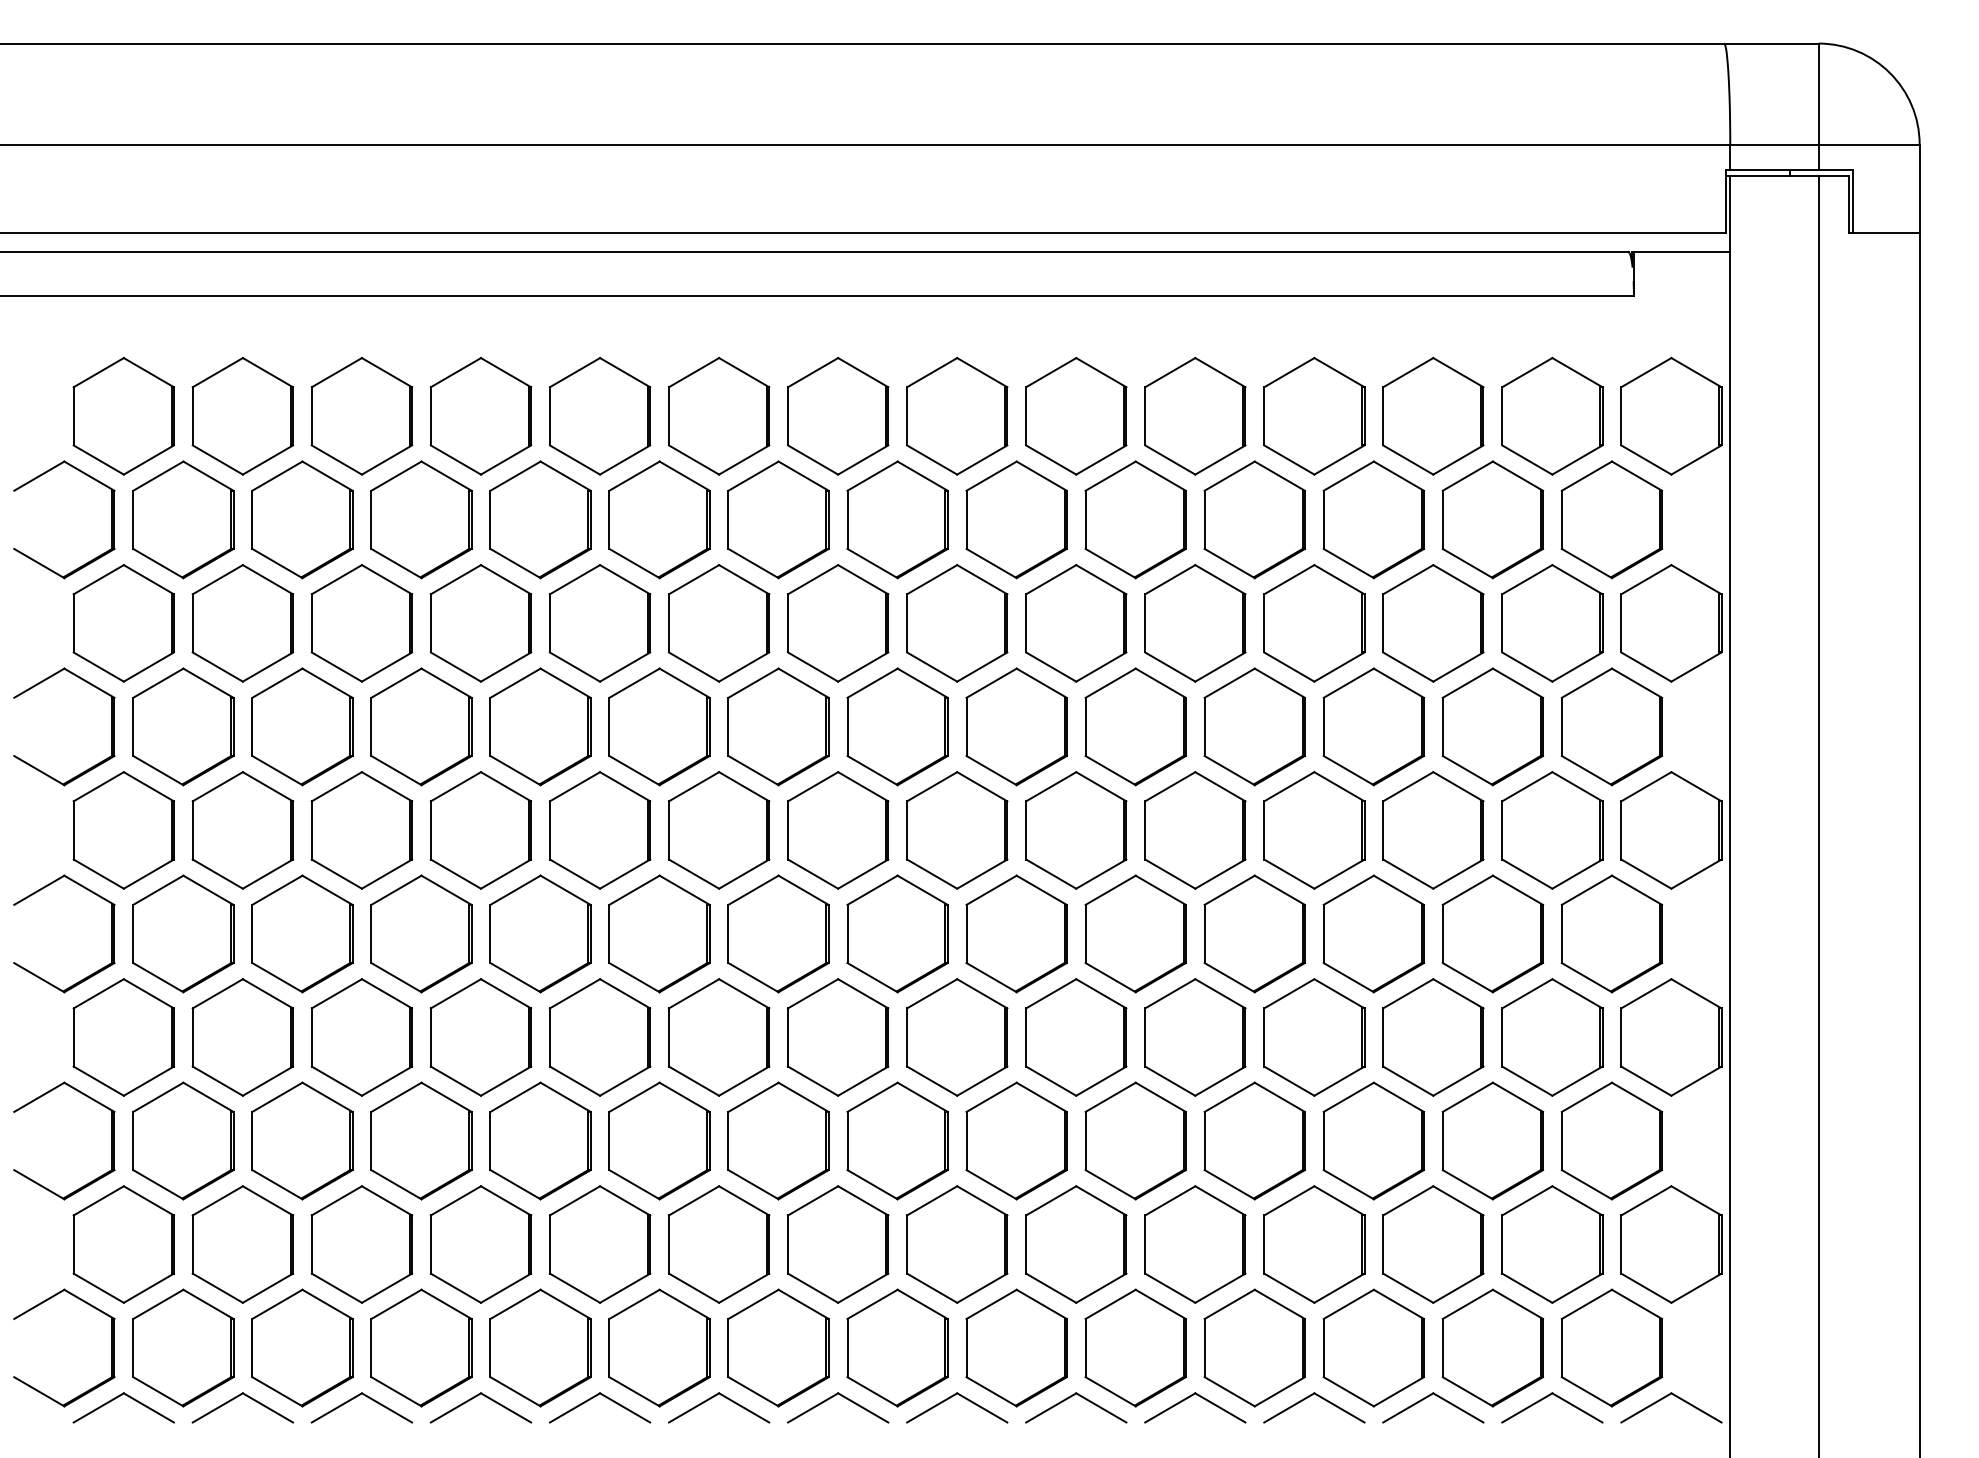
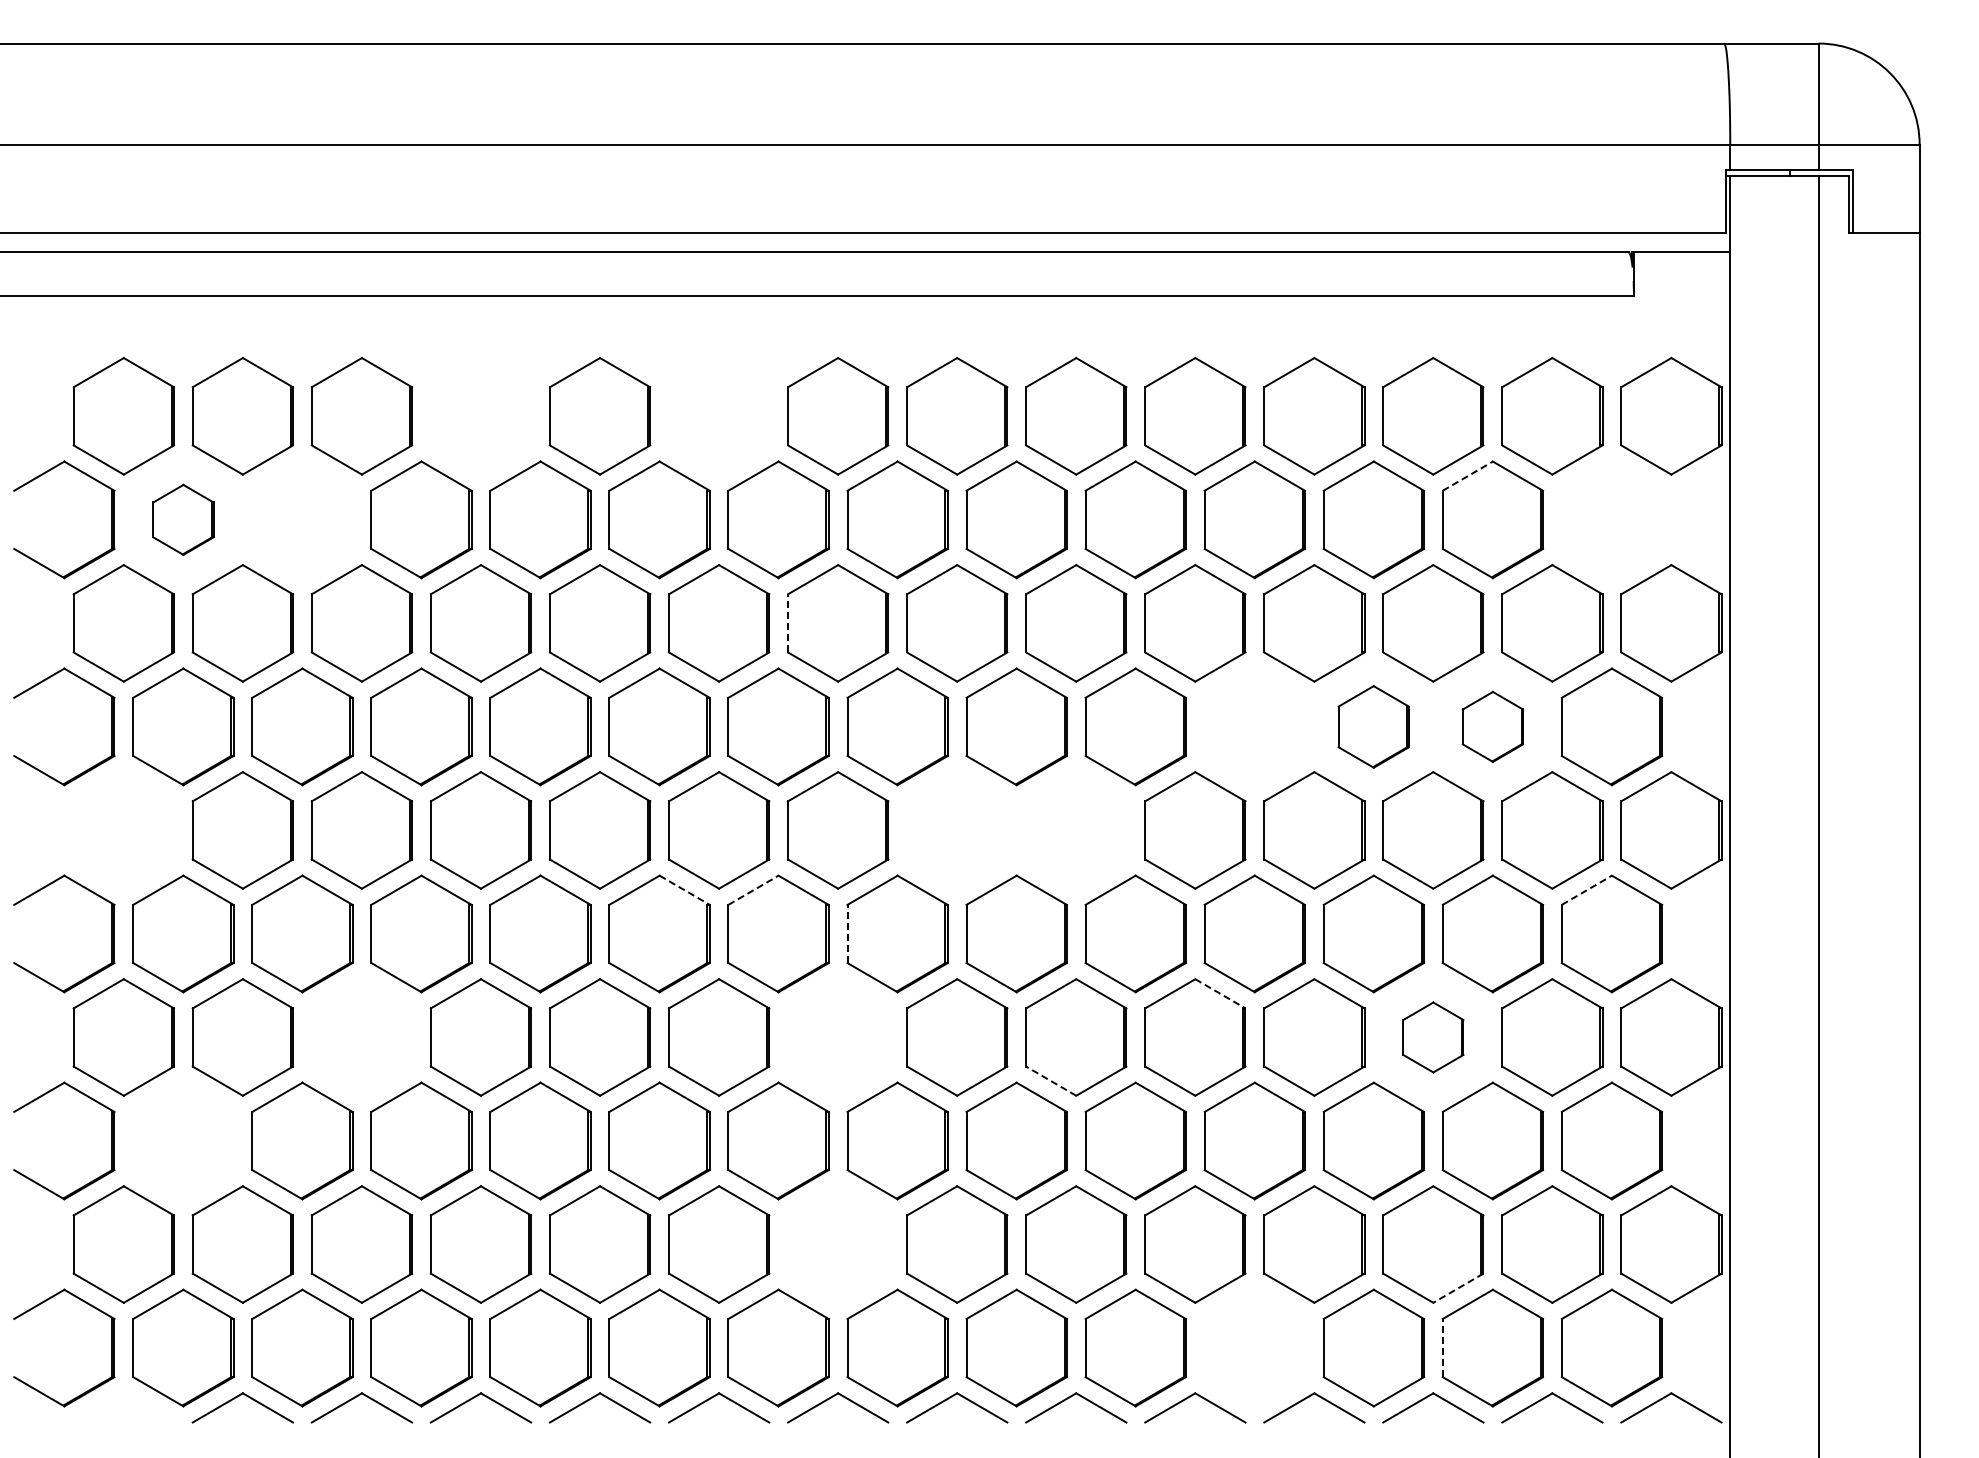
part at (480, 416): present -> none
part at (719, 416): present -> none
line at (1467, 476): solid -> dashed
part at (183, 519) size: 103x120 px -> 63x73 px
part at (302, 519): present -> none
part at (1611, 519): present -> none
line at (788, 622): solid -> dashed
part at (1254, 726): present -> none
part at (1373, 726) size: 103x120 px -> 73x84 px
part at (1492, 726) size: 104x120 px -> 64x73 px
part at (123, 830): present -> none
part at (957, 830): present -> none
part at (1076, 830): present -> none
line at (684, 890): solid -> dashed
line at (753, 890): solid -> dashed
line at (1586, 890): solid -> dashed
line at (847, 933): solid -> dashed
line at (1220, 993): solid -> dashed
part at (361, 1037): present -> none
part at (838, 1037): present -> none
part at (1433, 1037) size: 103x119 px -> 63x73 px
line at (1051, 1081): solid -> dashed
part at (183, 1140): present -> none
part at (838, 1244): present -> none
line at (1458, 1288): solid -> dashed
part at (1254, 1347): present -> none
line at (1442, 1347): solid -> dashed
part at (117, 1398): present -> none
